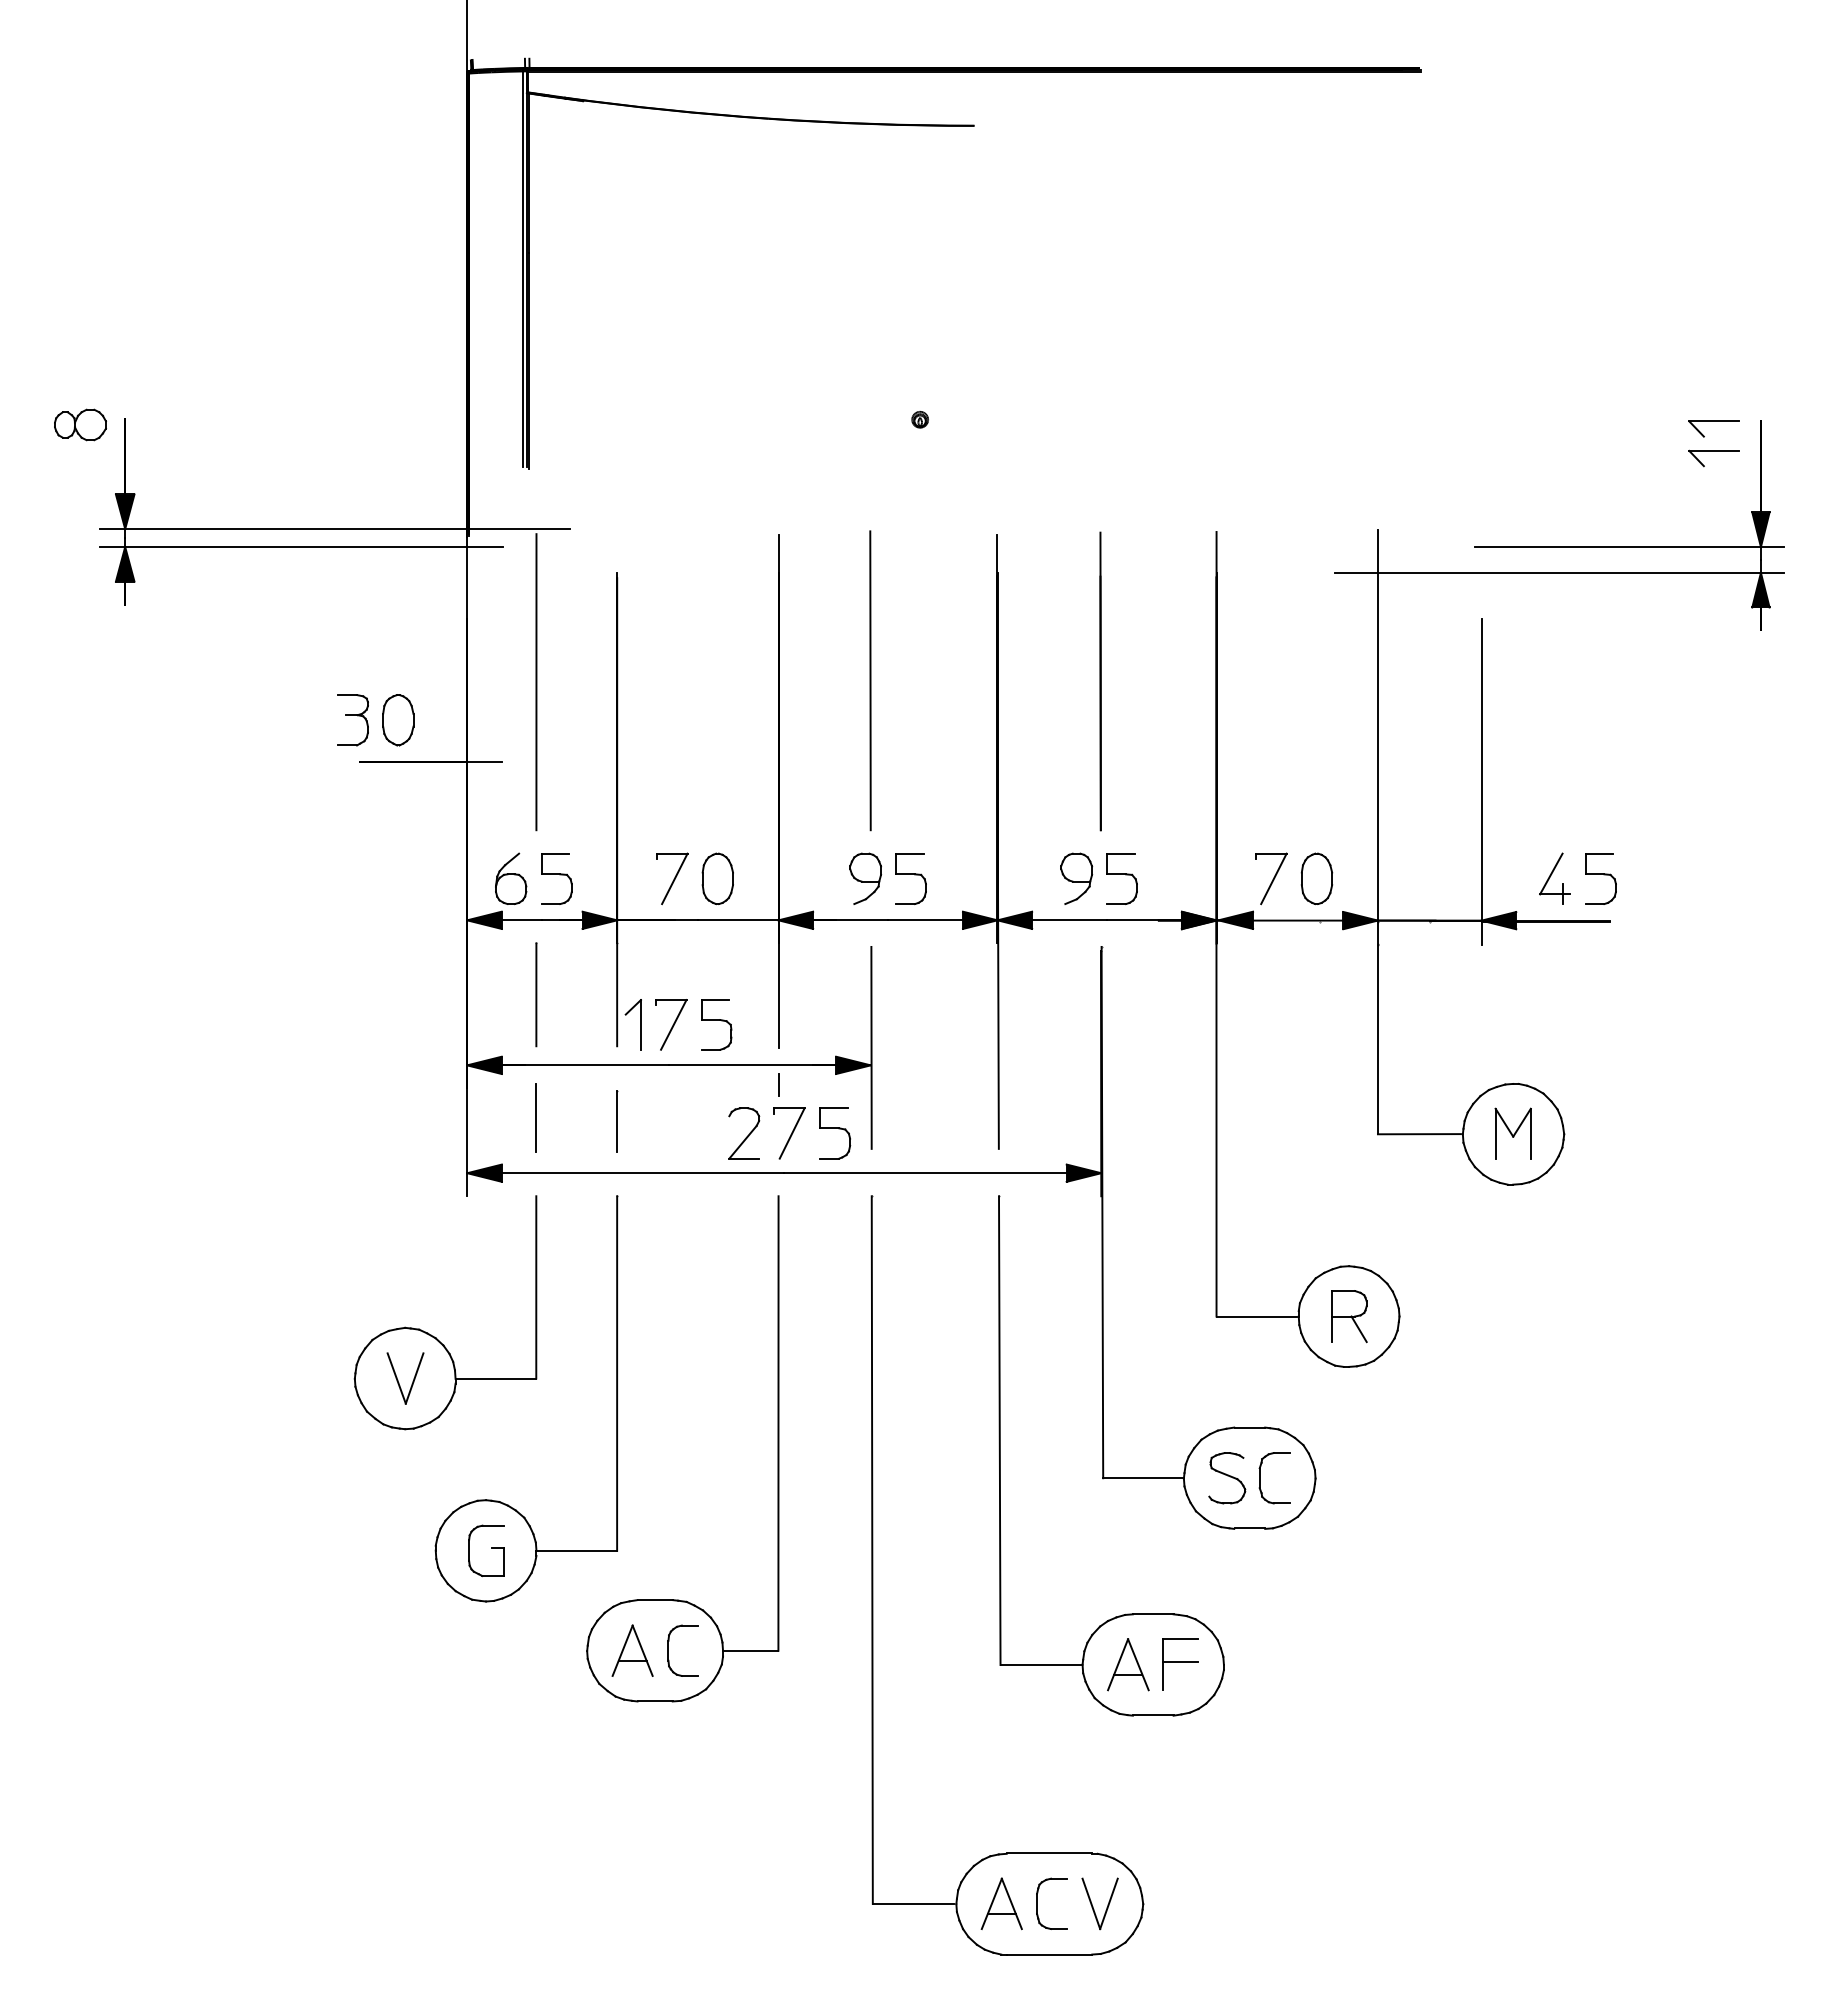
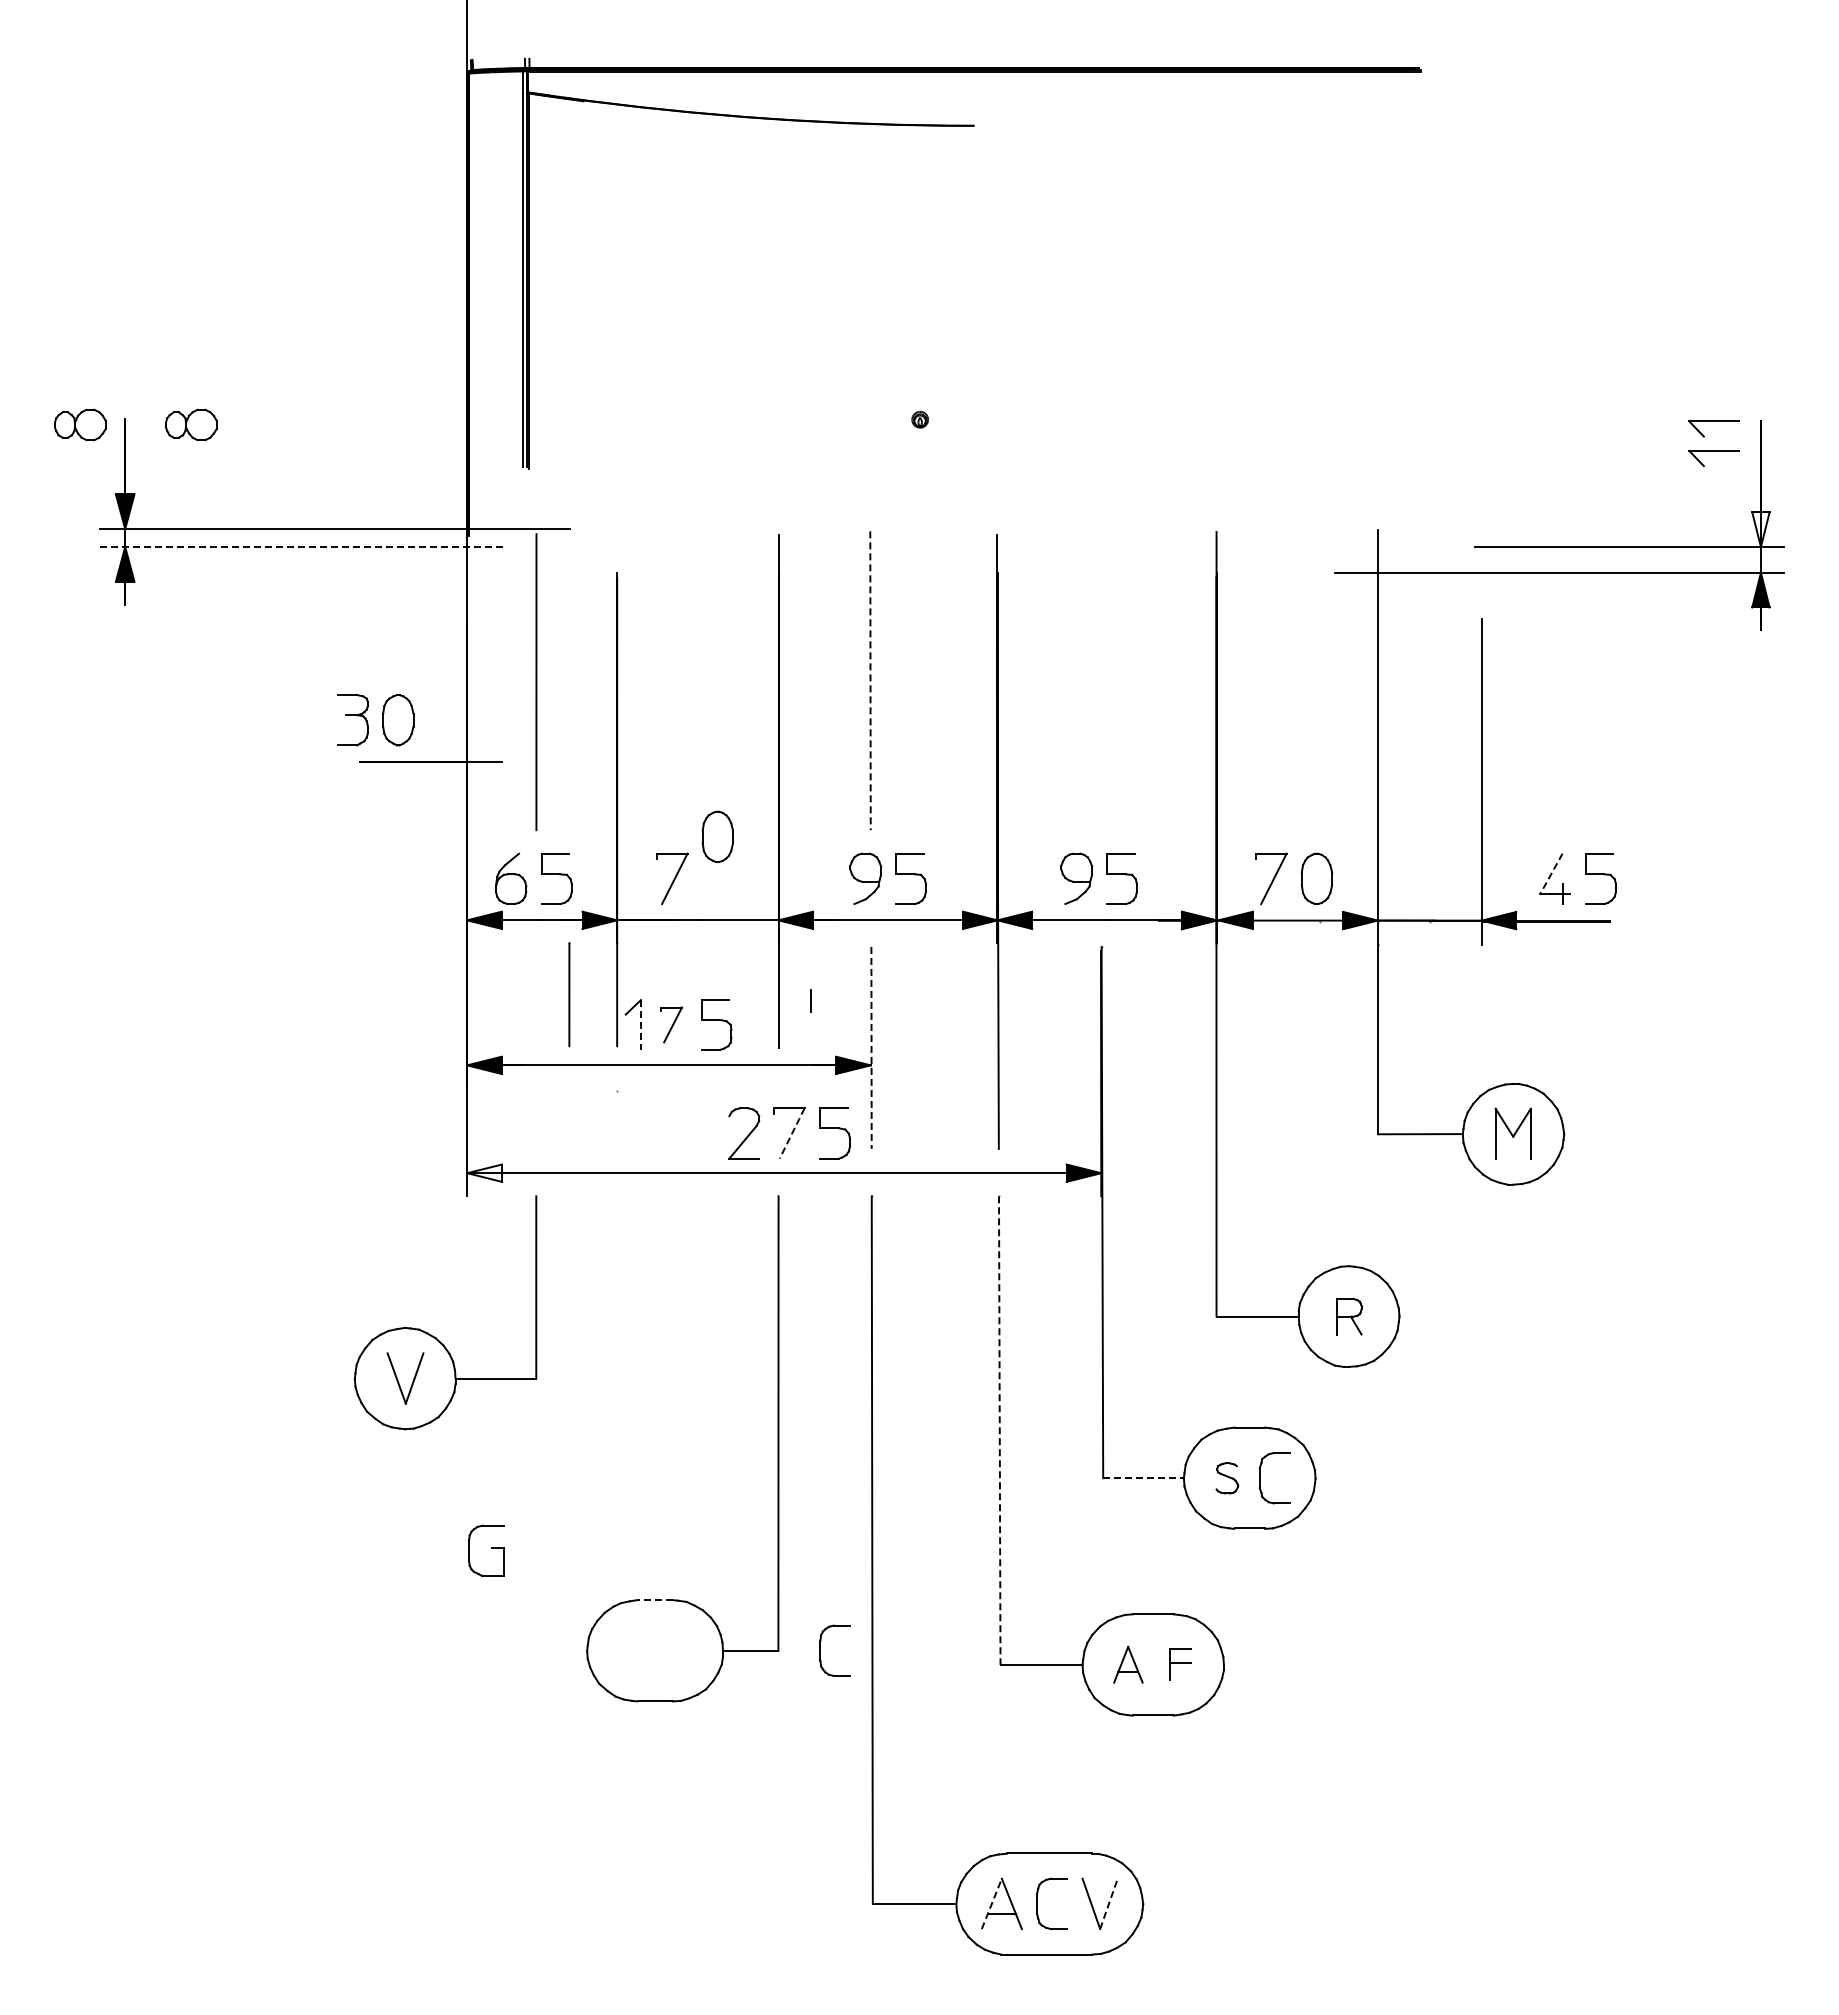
part at (191, 424): none -> present
fill at (1760, 529): present -> none
line at (301, 547): solid -> dashed
line at (870, 681): solid -> dashed
line at (1100, 681): present -> none
line at (1551, 874): solid -> dashed
part at (717, 878) position: (717, 878) -> (717, 836)
line at (536, 994) position: (536, 994) -> (569, 994)
line at (640, 1024): solid -> dashed
part at (671, 1024) size: 33x52 px -> 23x38 px
line at (871, 1047): solid -> dashed
line at (778, 1084) position: (778, 1084) -> (810, 1000)
line at (536, 1117): present -> none
line at (617, 1121): present -> none
line at (791, 1133): solid -> dashed
fill at (484, 1172): present -> none
part at (1349, 1316) size: 37x54 px -> 27x39 px
part at (616, 1398): present -> none
line at (999, 1431): solid -> dashed
line at (1144, 1478): solid -> dashed
part at (1227, 1478) size: 39x53 px -> 25x33 px
line at (655, 1600): solid -> dashed
part at (632, 1650): present -> none
part at (668, 1650) position: (668, 1650) -> (820, 1650)
part at (1128, 1664) size: 43x54 px -> 31x39 px
part at (1180, 1664) size: 37x53 px -> 23x33 px
line at (992, 1903): solid -> dashed
line at (1108, 1903): solid -> dashed
